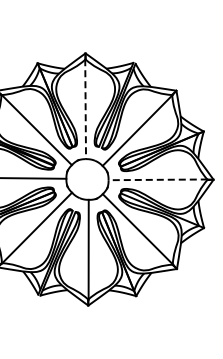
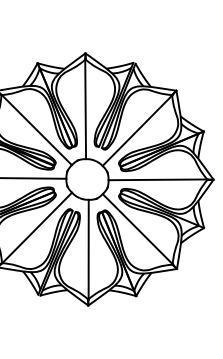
line at (85, 109): dashed -> solid
line at (158, 179): dashed -> solid
